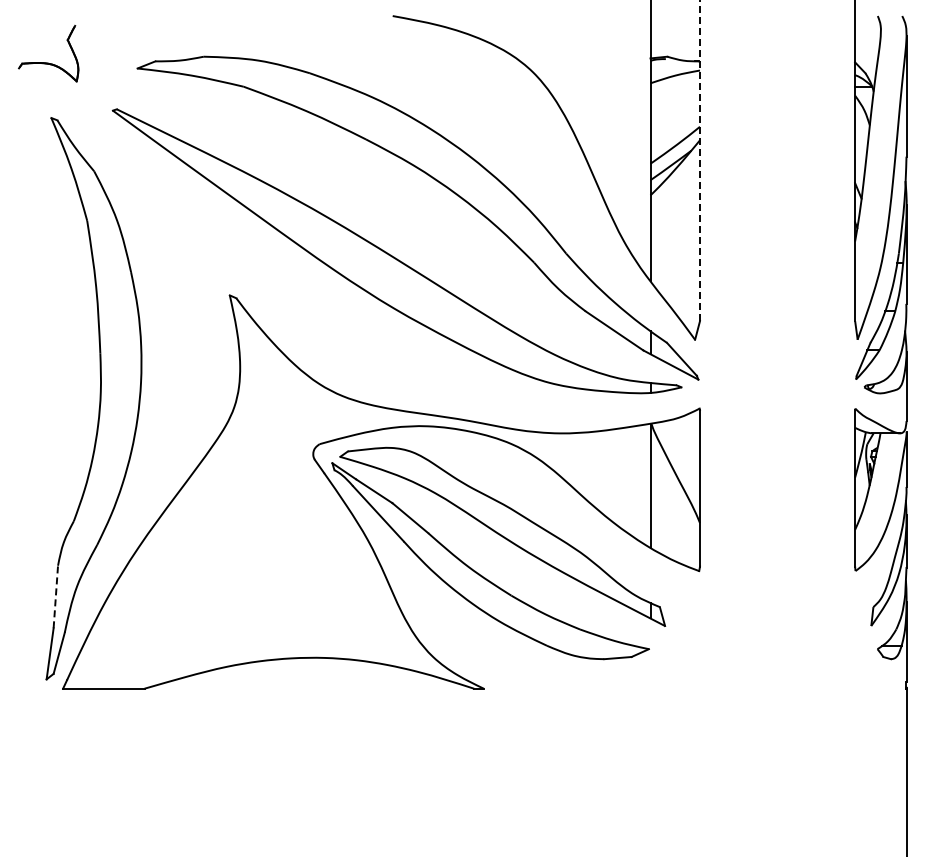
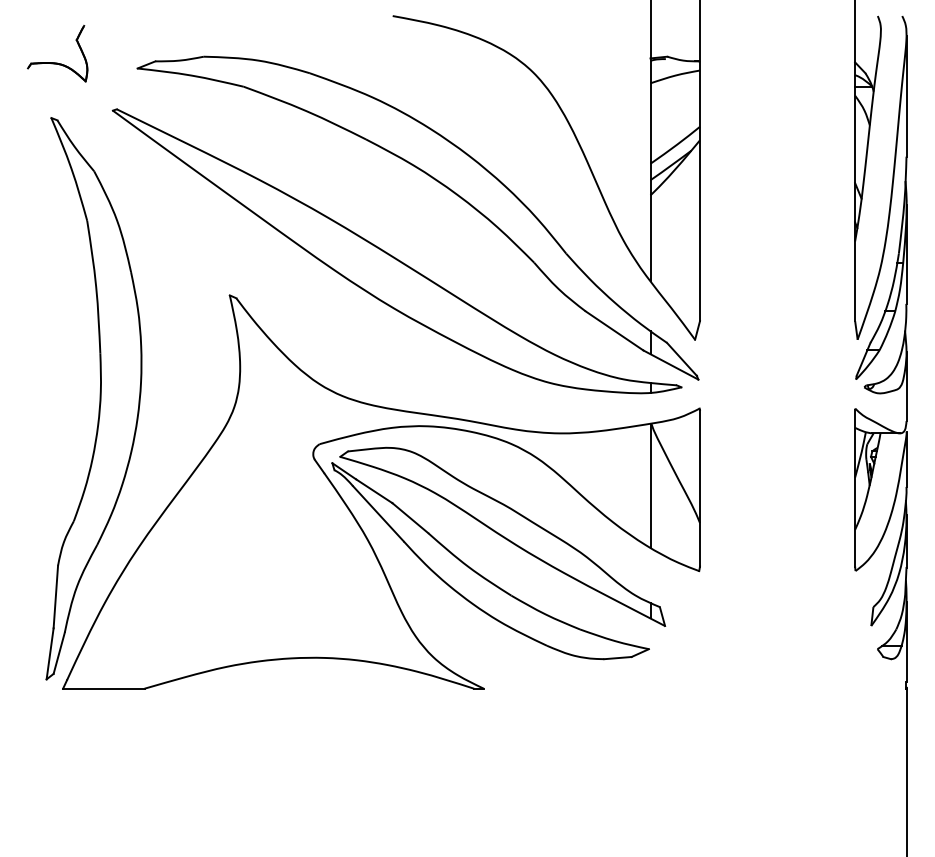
part at (48, 62) position: (48, 62) -> (57, 62)
line at (700, 160): dashed -> solid
line at (55, 596): dashed -> solid
